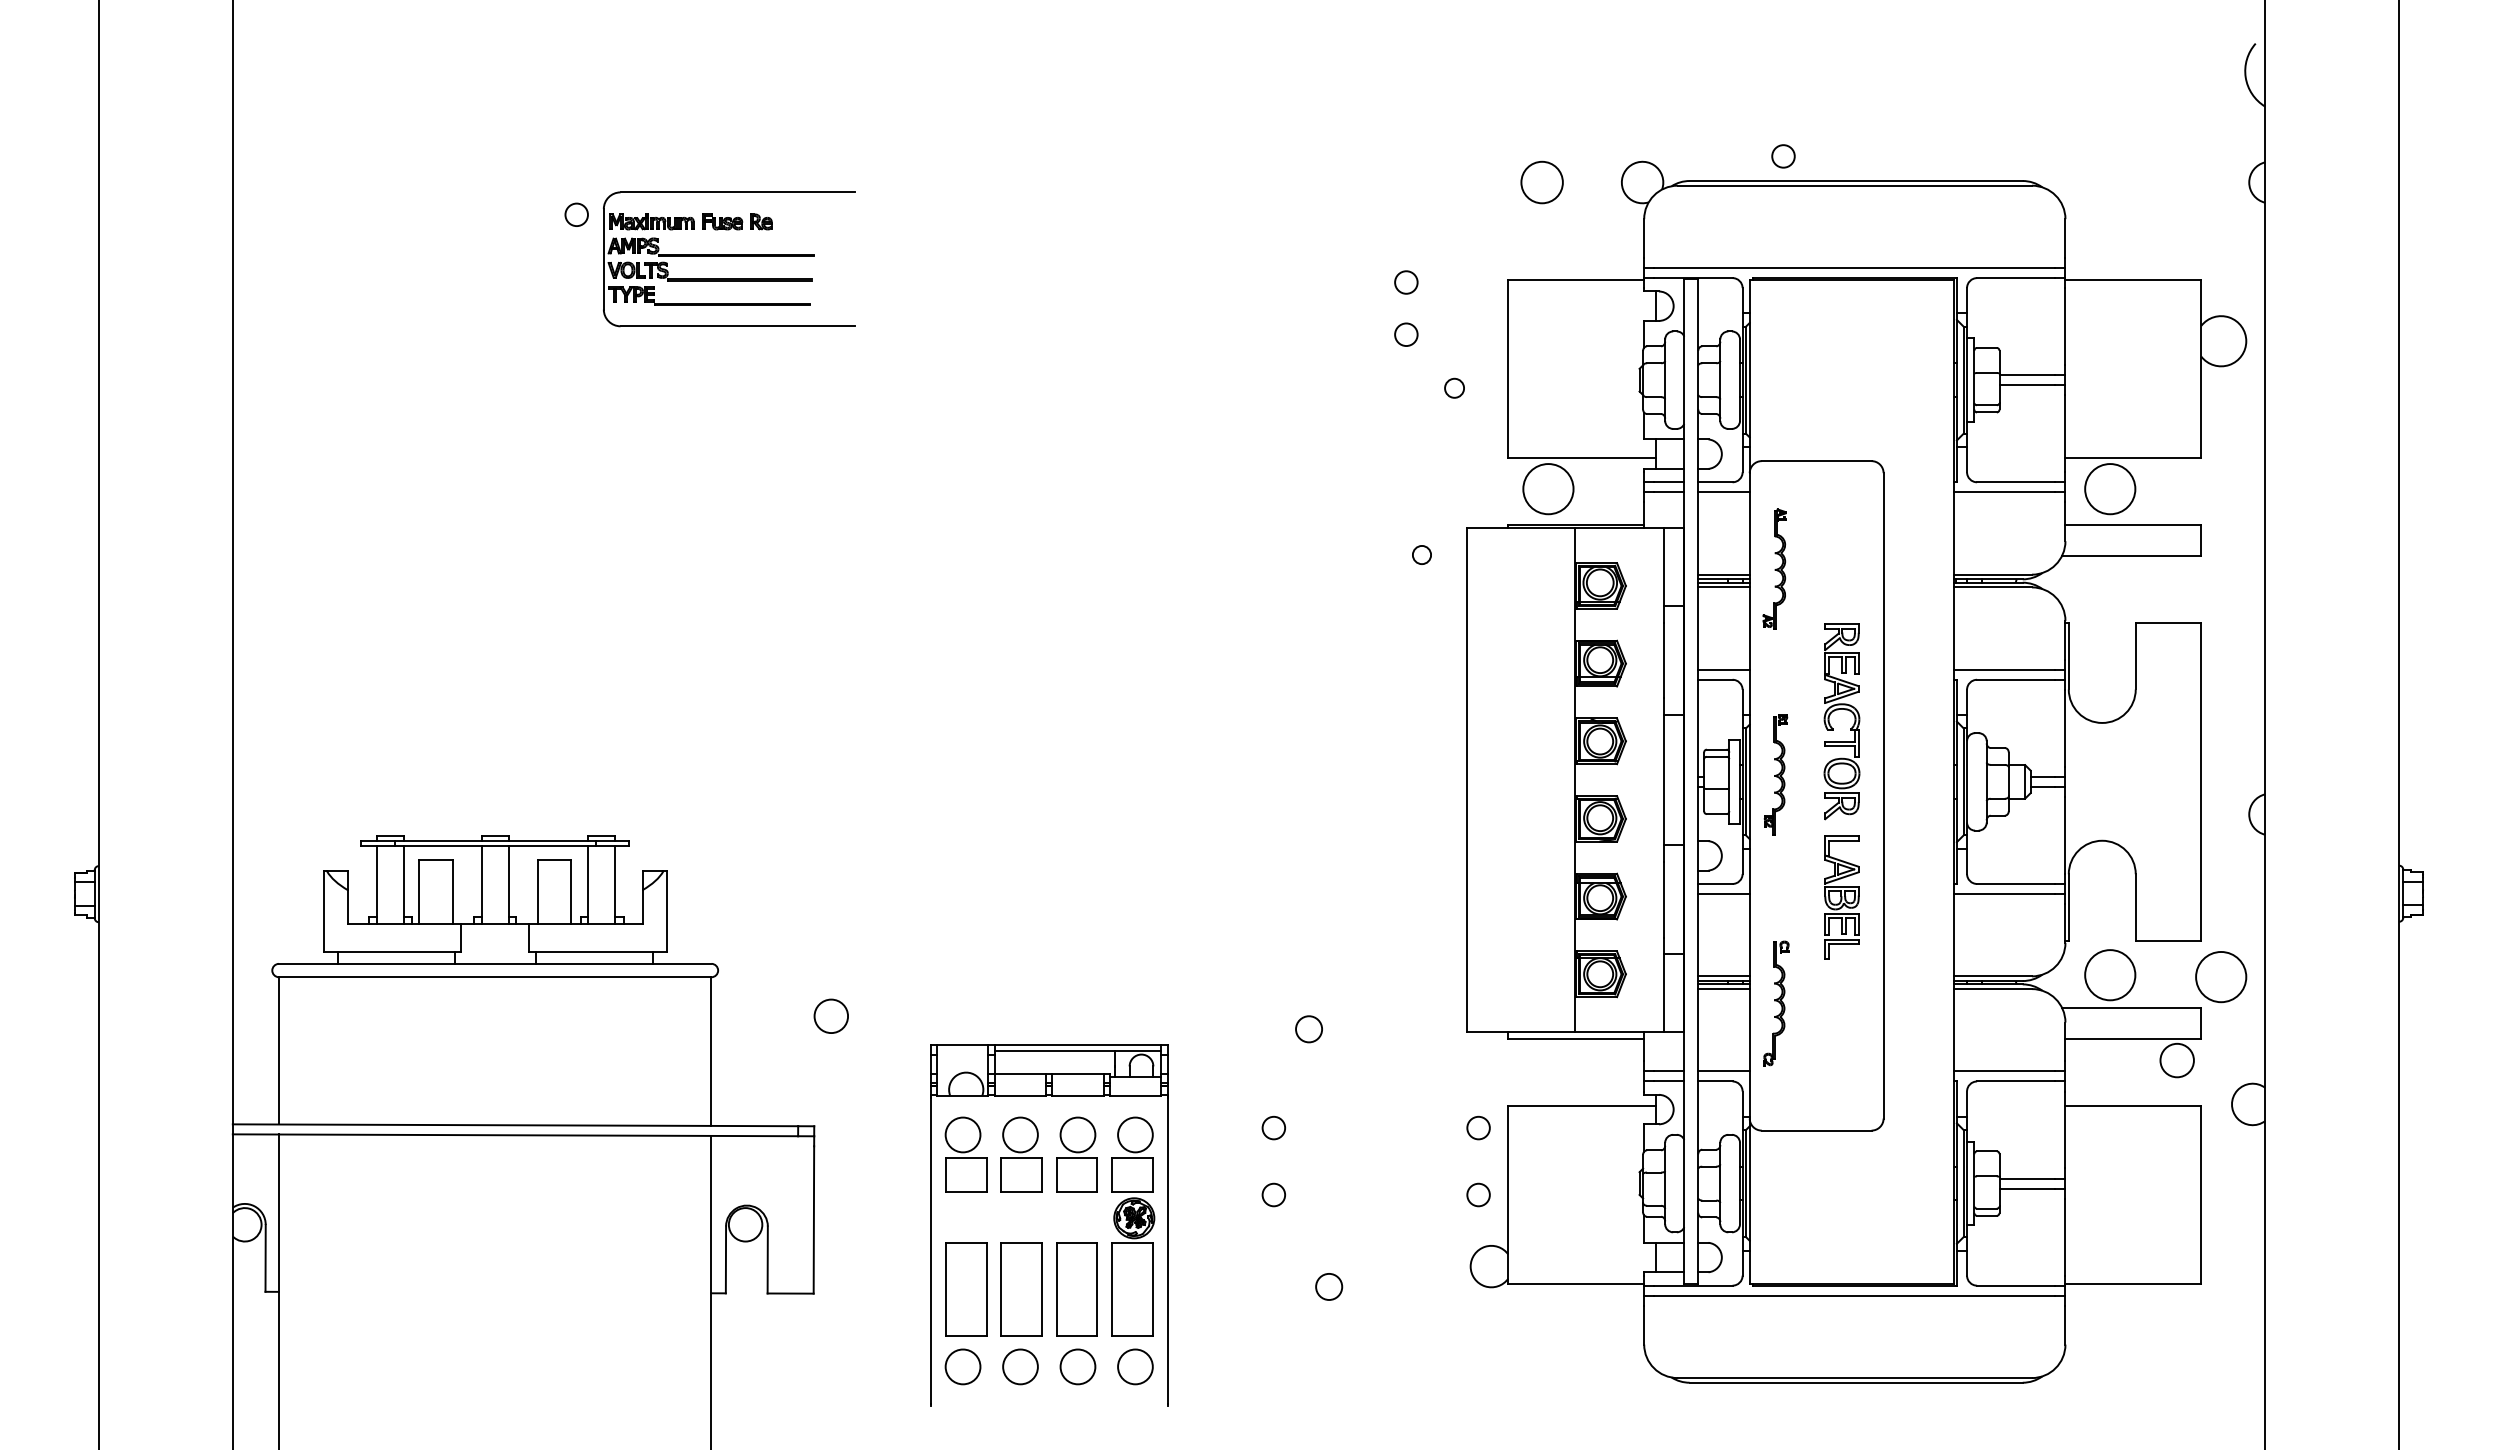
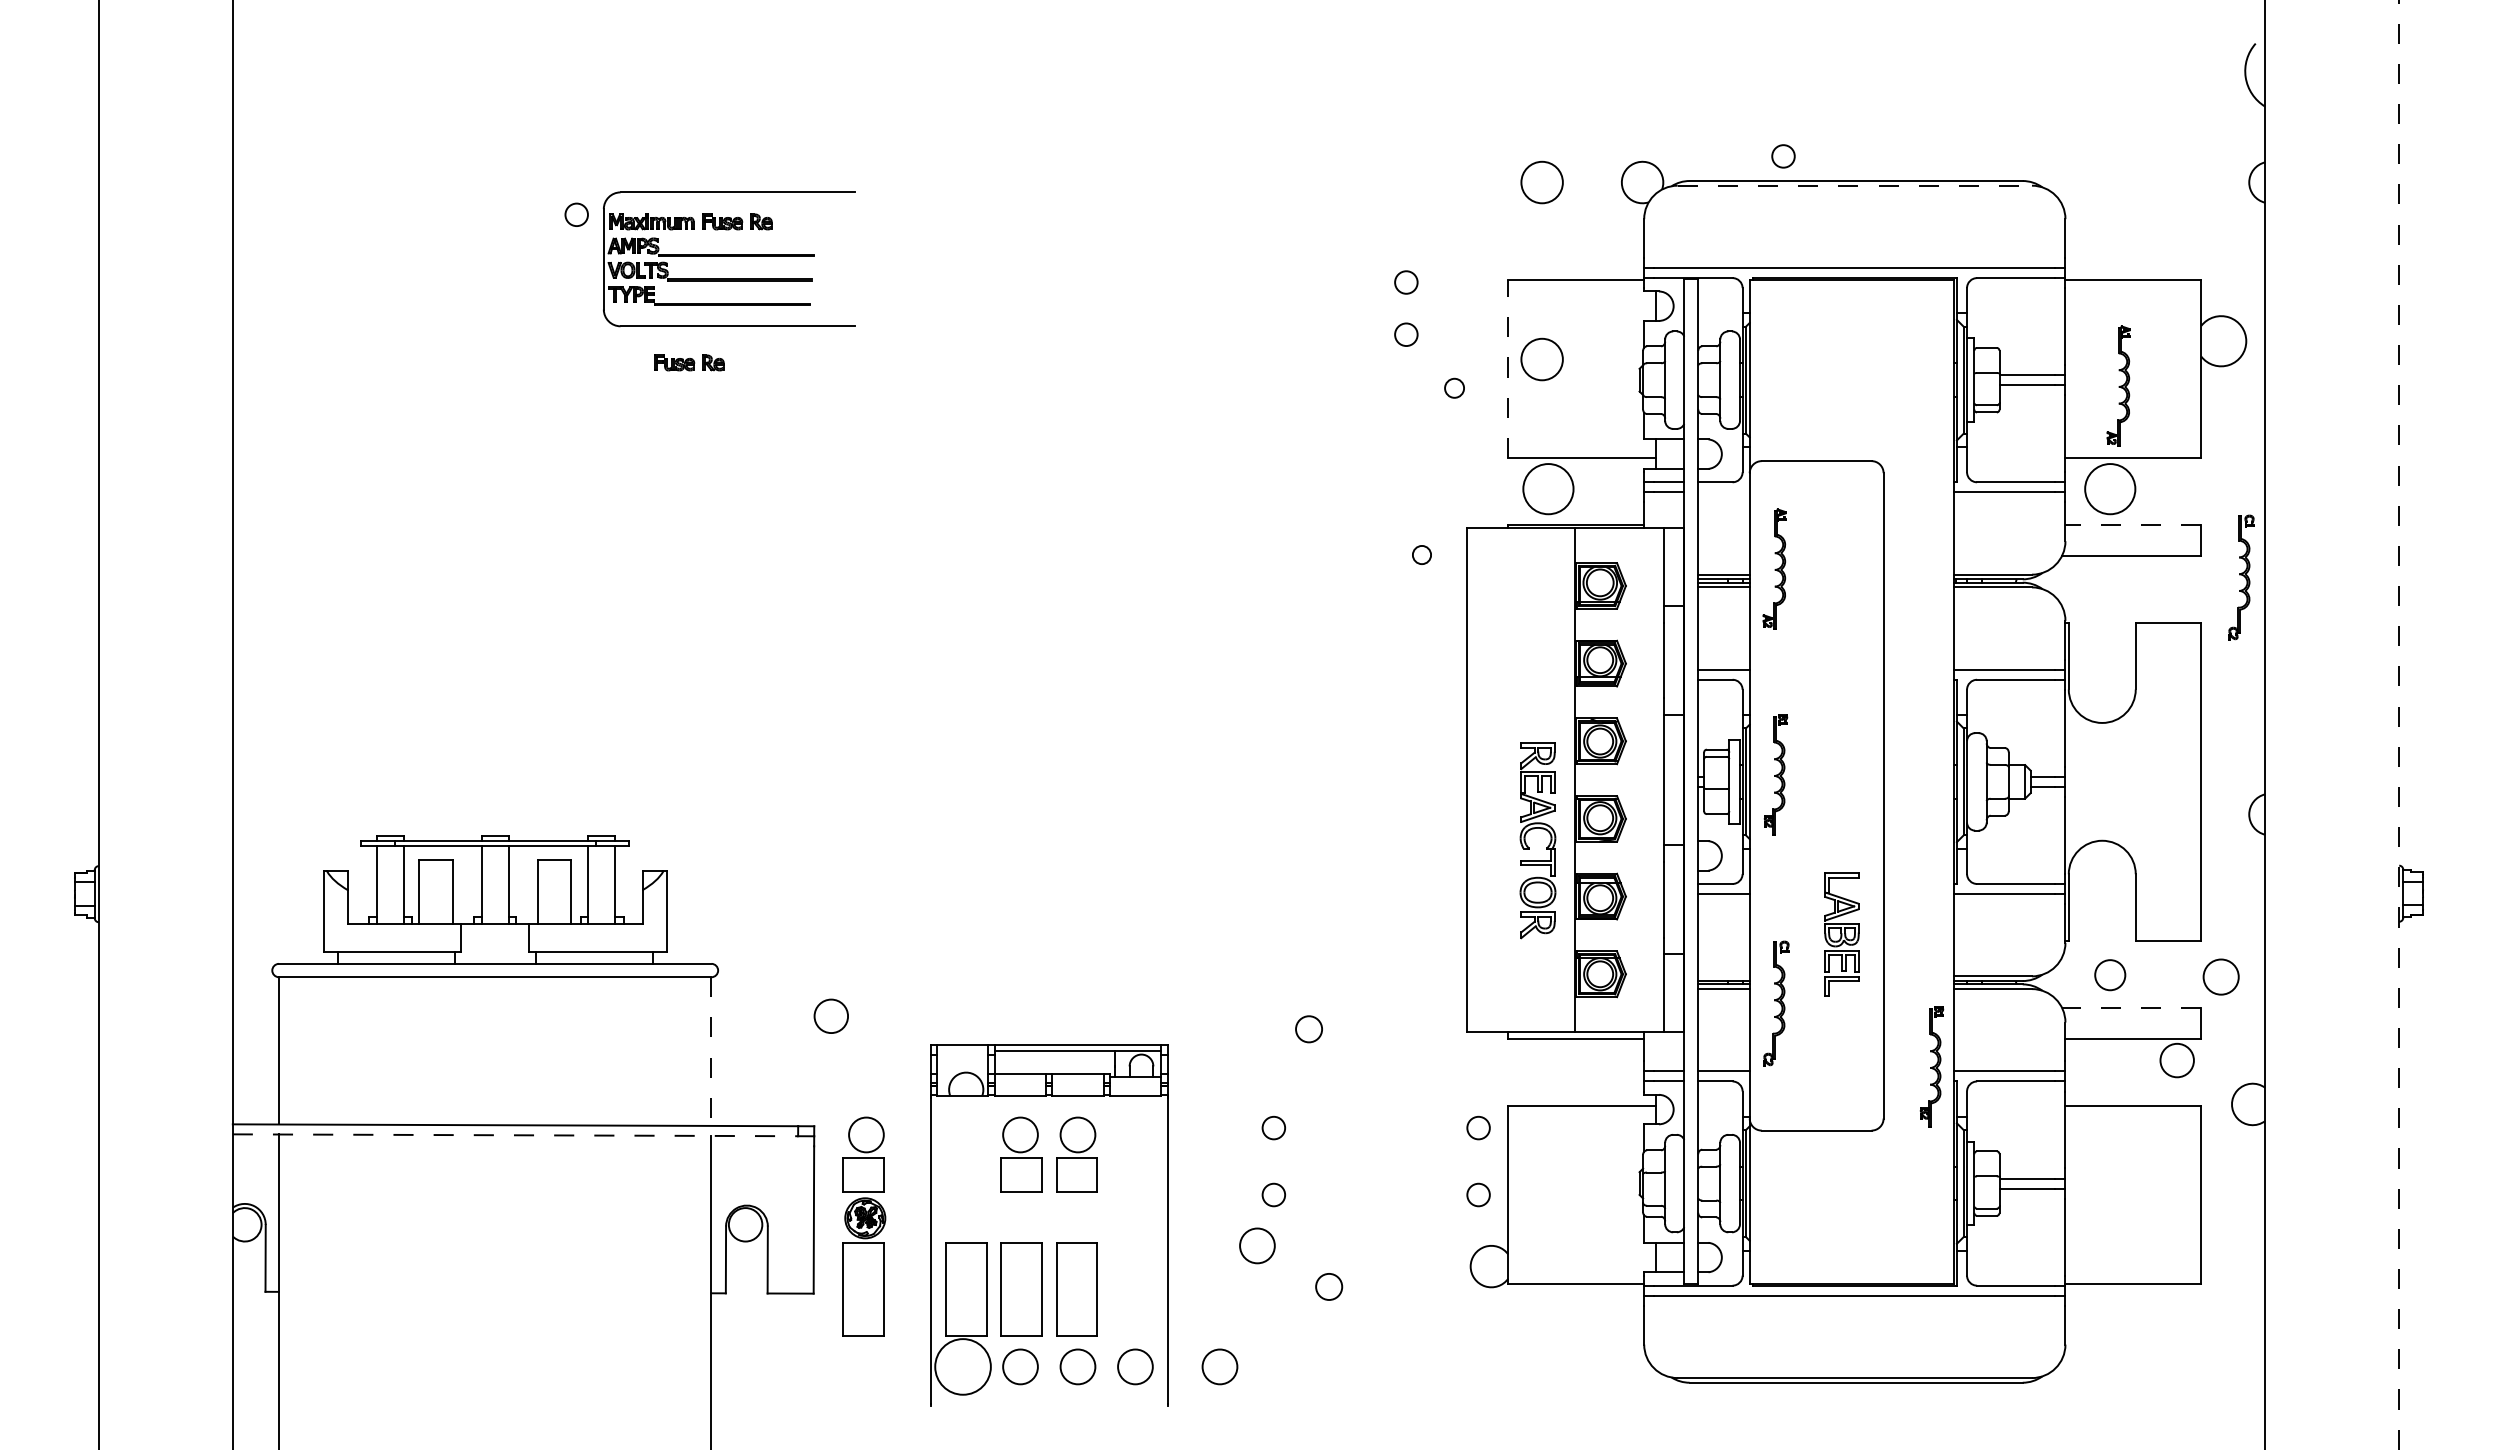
line at (1855, 185): solid -> dashed
circle at (1541, 359): none -> present
part at (689, 362): none -> present
line at (1508, 368): solid -> dashed
part at (2118, 385): none -> present
line at (1723, 492): present -> none
line at (2133, 524): solid -> dashed
part at (2241, 577): none -> present
line at (2399, 724): solid -> dashed
part at (1833, 728) position: (1833, 728) -> (1529, 847)
part at (1841, 897) position: (1841, 897) -> (1841, 934)
circle at (2110, 975) diameter: 50 px -> 30 px
line at (1723, 976): present -> none
circle at (2221, 976) diameter: 50 px -> 35 px
line at (2131, 1008): solid -> dashed
line at (711, 1052): solid -> dashed
part at (1931, 1066): none -> present
line at (515, 1135): solid -> dashed
part at (965, 1154): present -> none
part at (1133, 1226) position: (1133, 1226) -> (864, 1226)
circle at (1257, 1245): none -> present
circle at (962, 1366) diameter: 35 px -> 56 px
circle at (1219, 1366): none -> present
